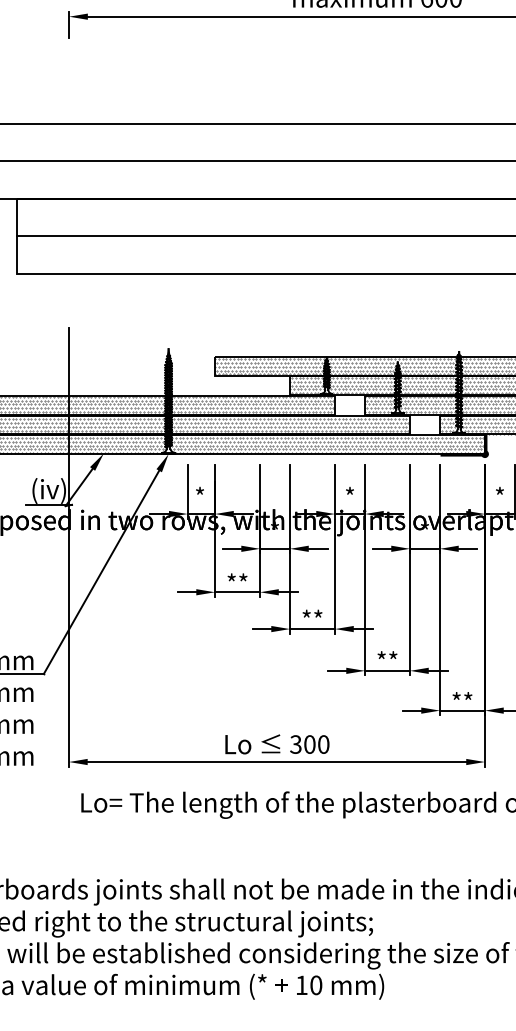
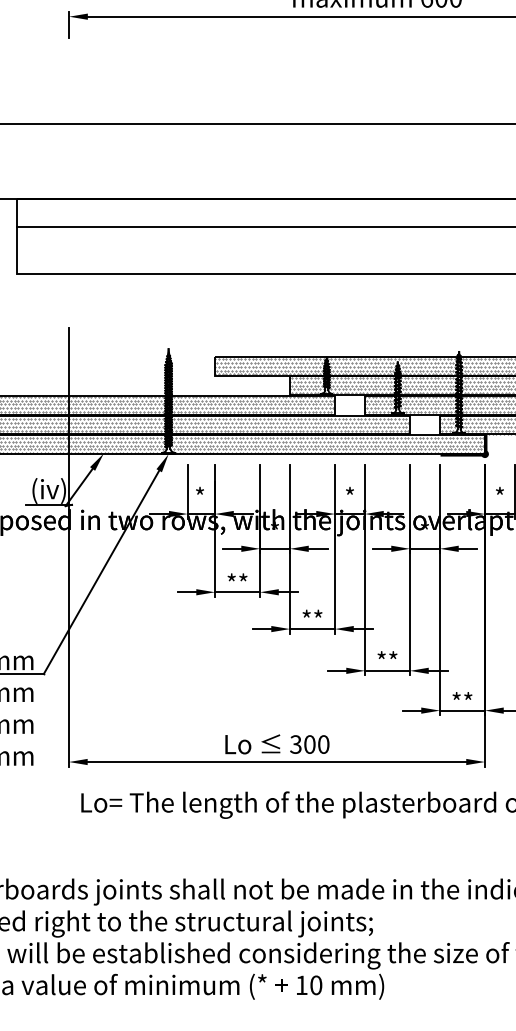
line at (257, 161): present -> none
line at (264, 236) position: (264, 236) -> (264, 227)
